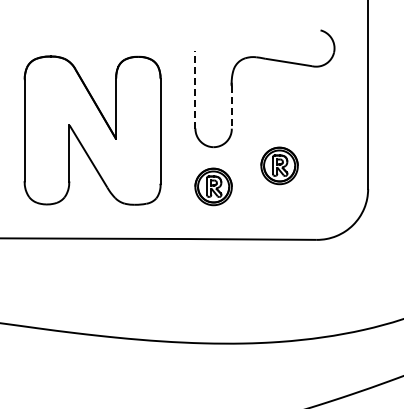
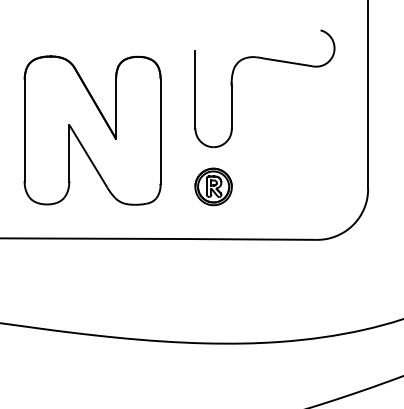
line at (195, 89): dashed -> solid
line at (231, 107): dashed -> solid
part at (279, 165): present -> none
